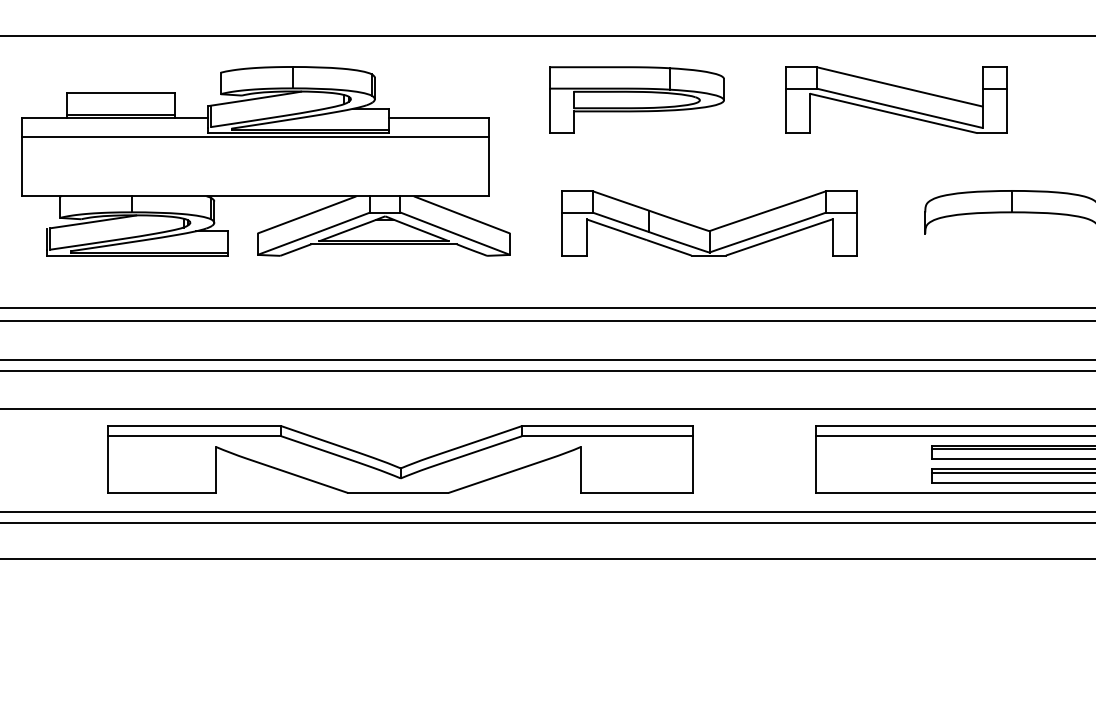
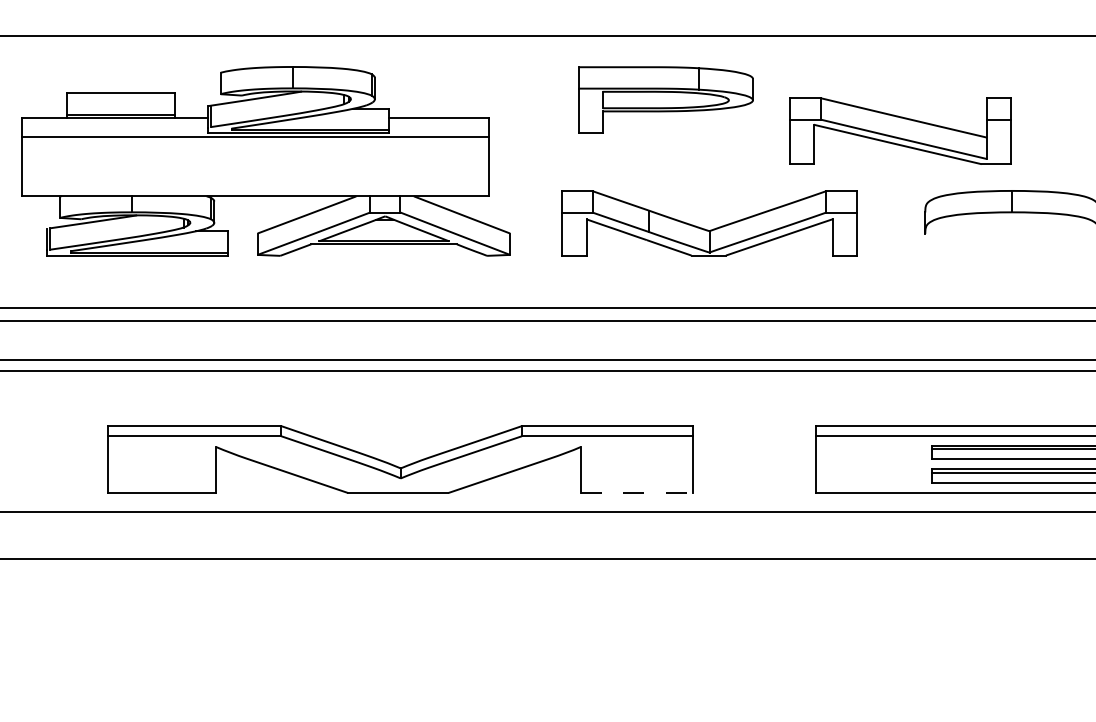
part at (636, 99) position: (636, 99) -> (665, 99)
part at (896, 99) position: (896, 99) -> (900, 130)
line at (547, 408): present -> none
line at (637, 493): solid -> dashed
line at (547, 523): present -> none
